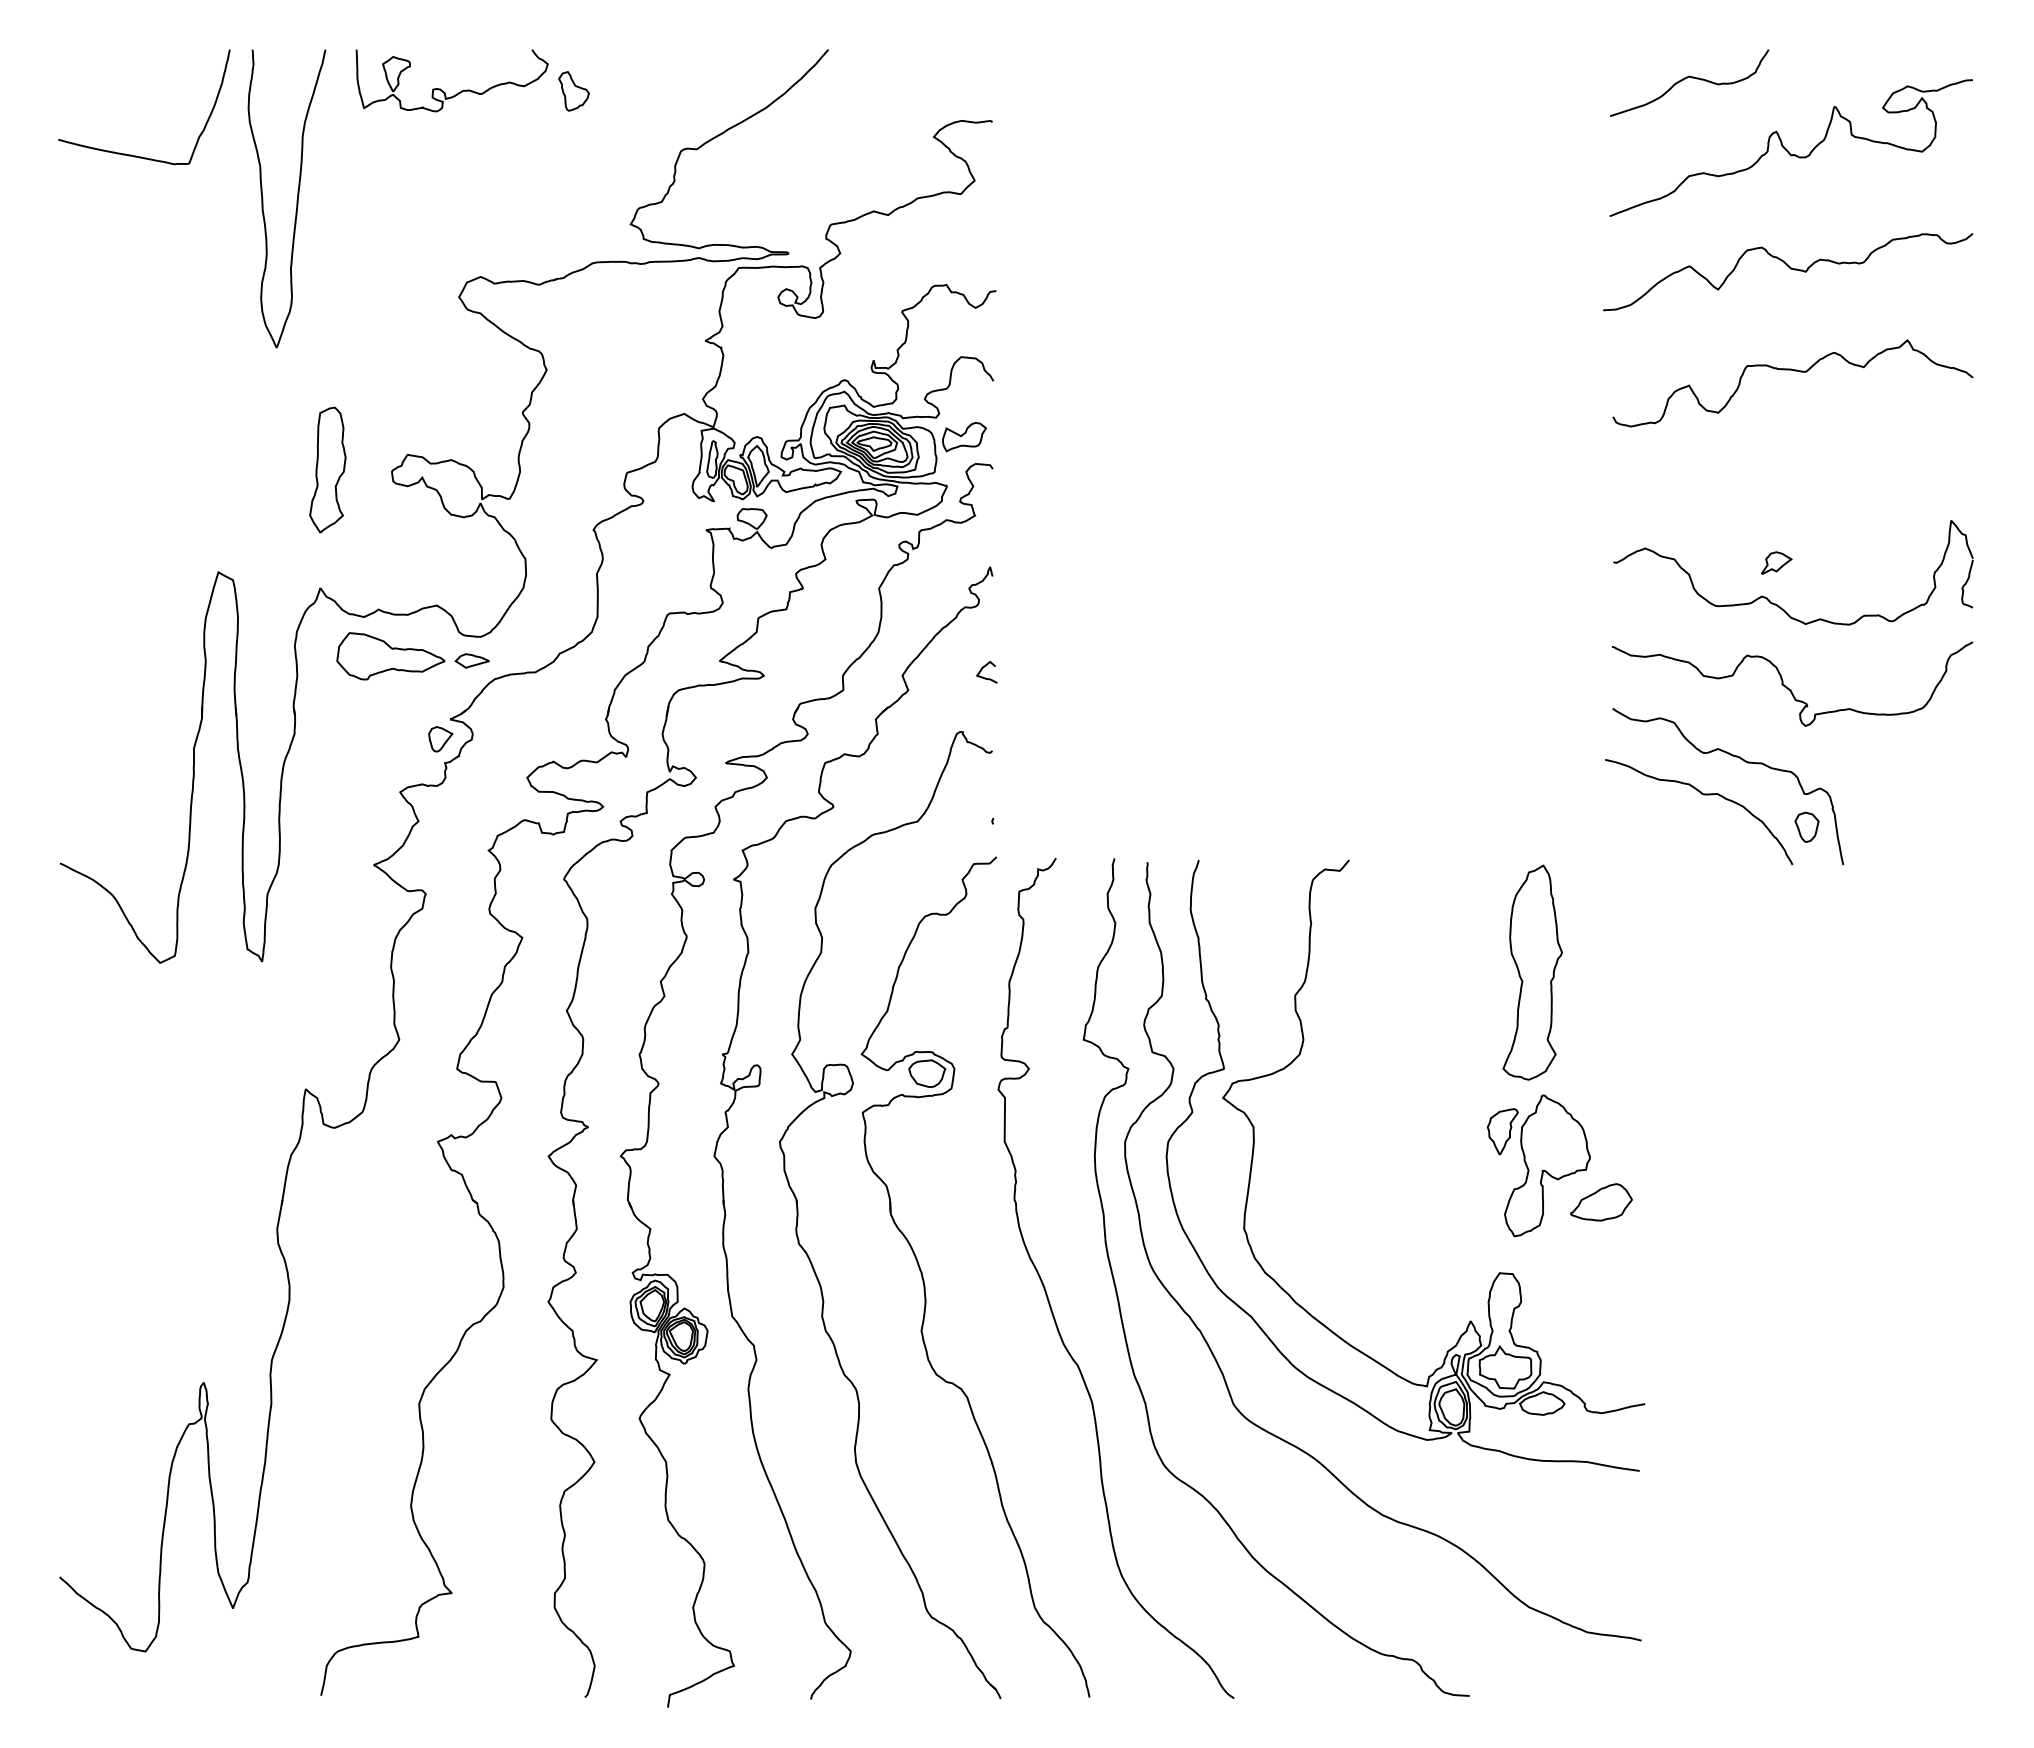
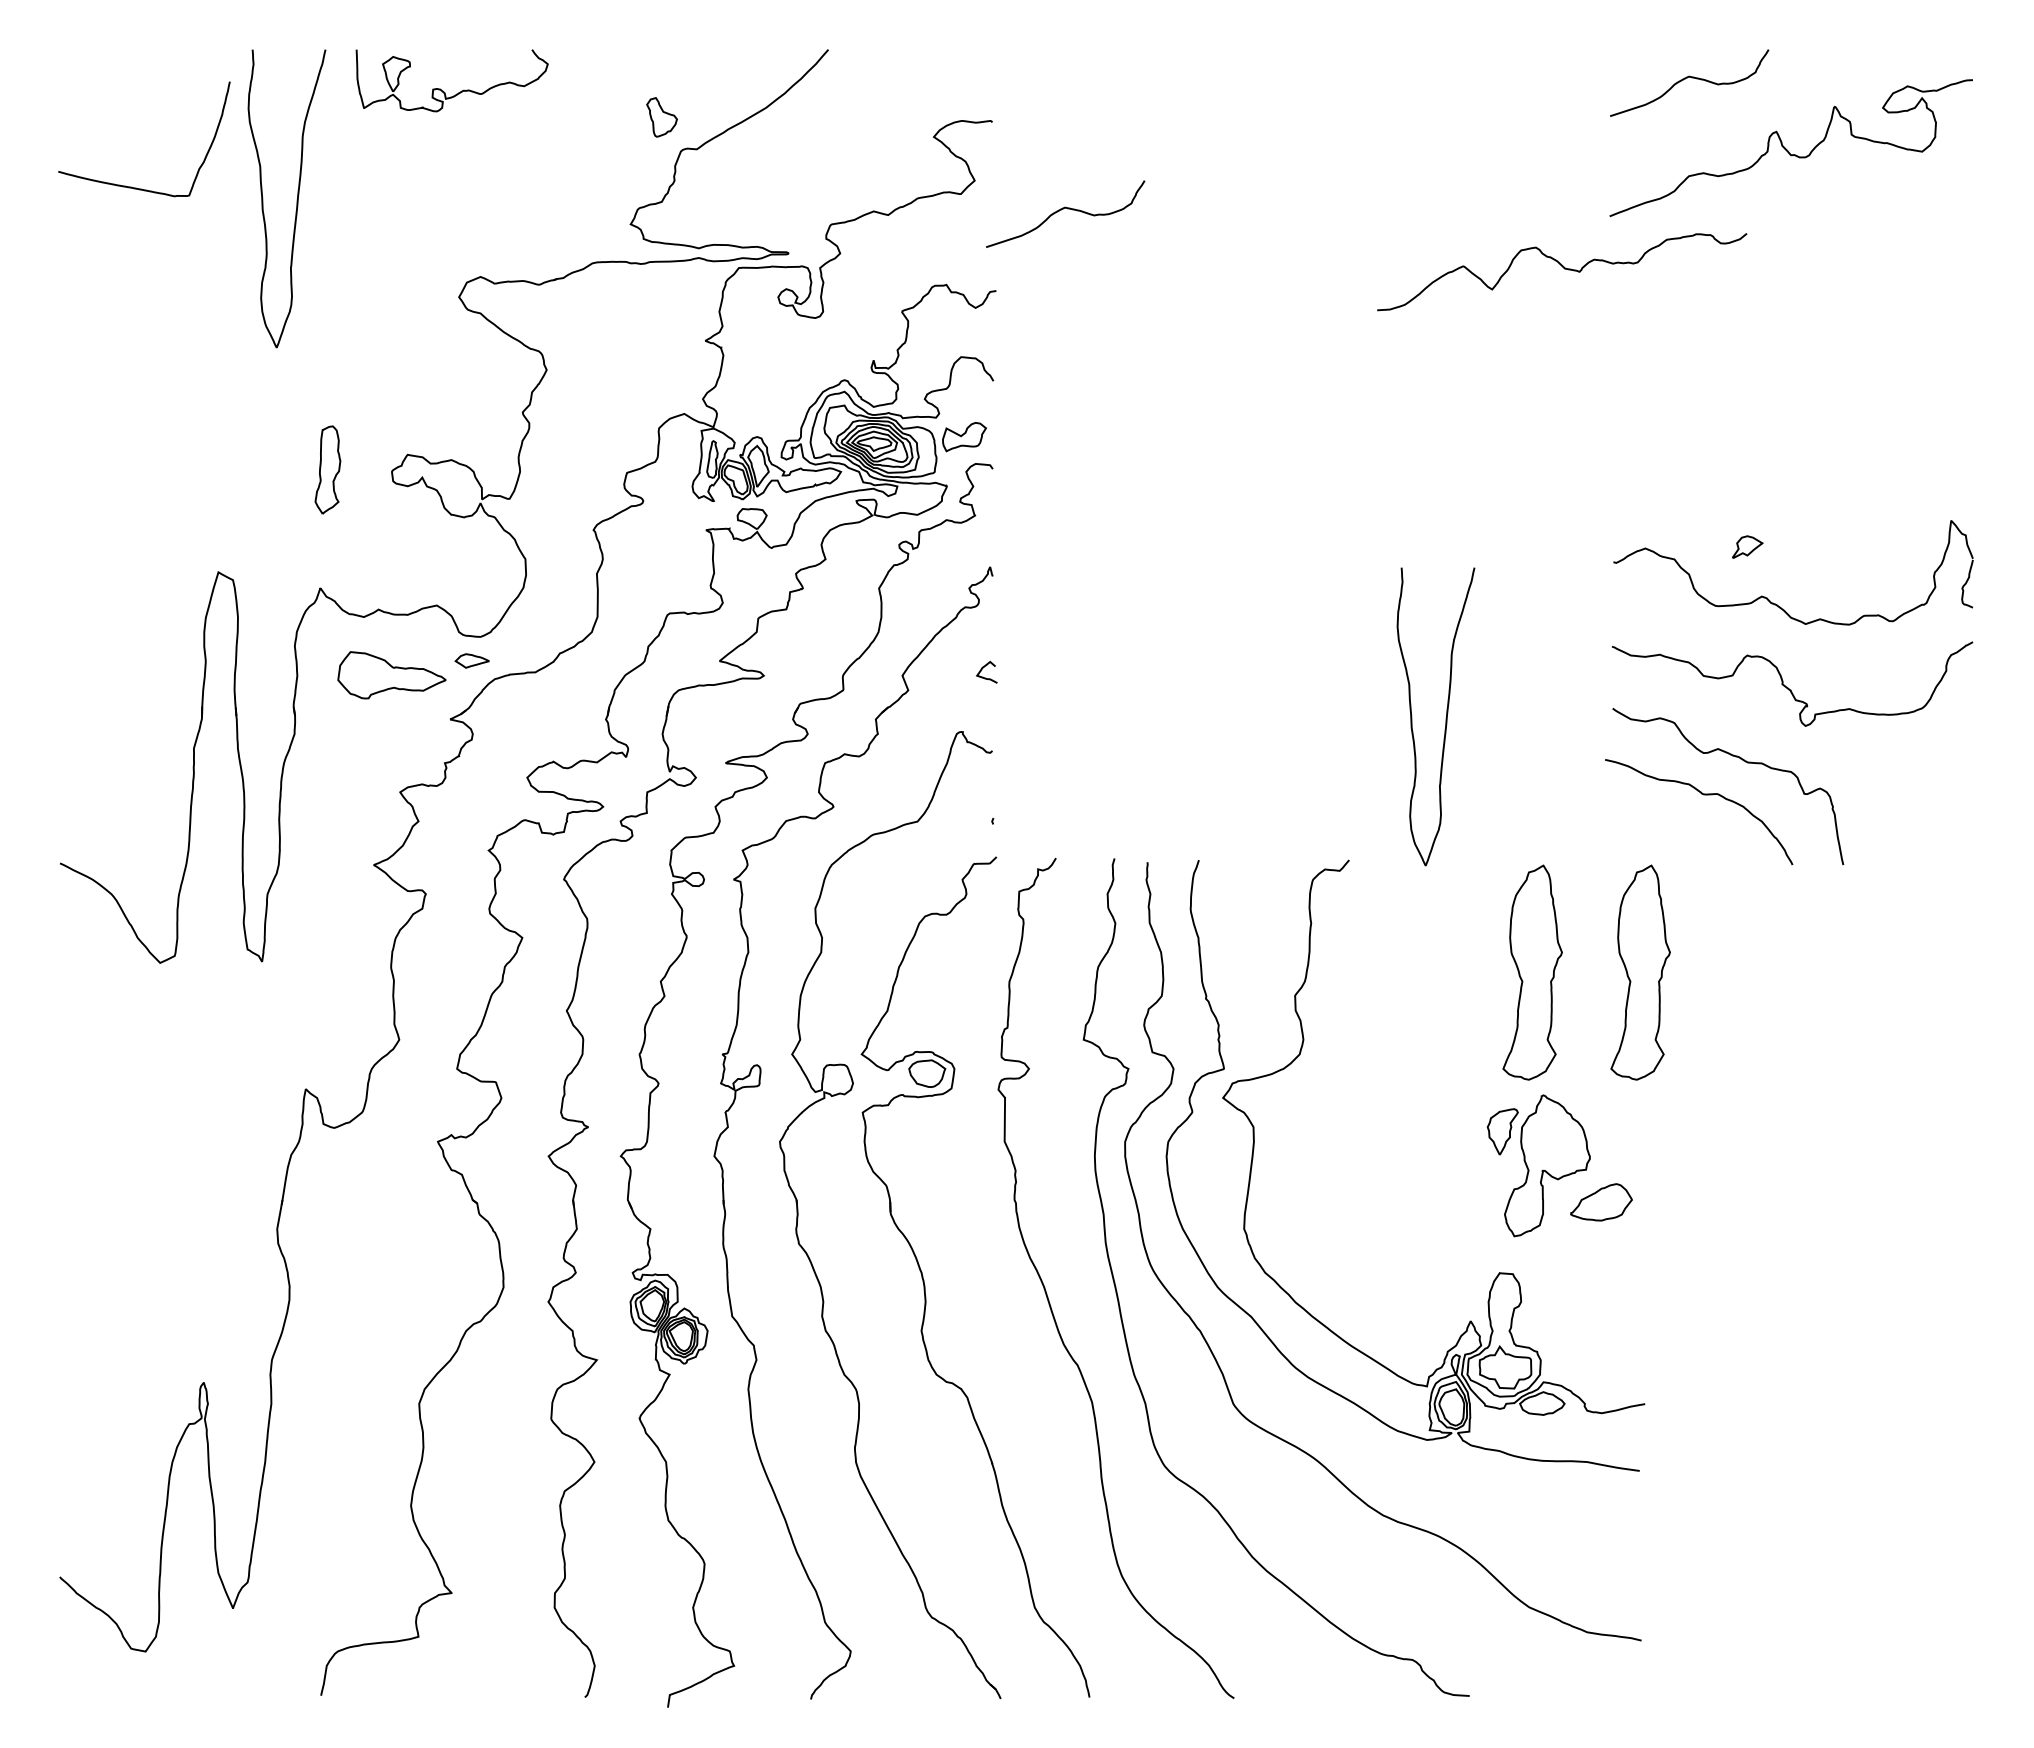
part at (573, 91) position: (573, 91) -> (661, 117)
curve at (136, 155) position: (136, 155) -> (136, 187)
curve at (1063, 209): none -> present
curve at (1790, 269) position: (1790, 269) -> (1564, 269)
curve at (1794, 371): present -> none
part at (327, 469) size: 38x128 px -> 28x90 px
part at (1776, 562) position: (1776, 562) -> (1747, 546)
part at (390, 656) position: (390, 656) -> (391, 675)
curve at (1445, 717): none -> present
part at (440, 739): present -> none
part at (1806, 826): present -> none
part at (1640, 972): none -> present
